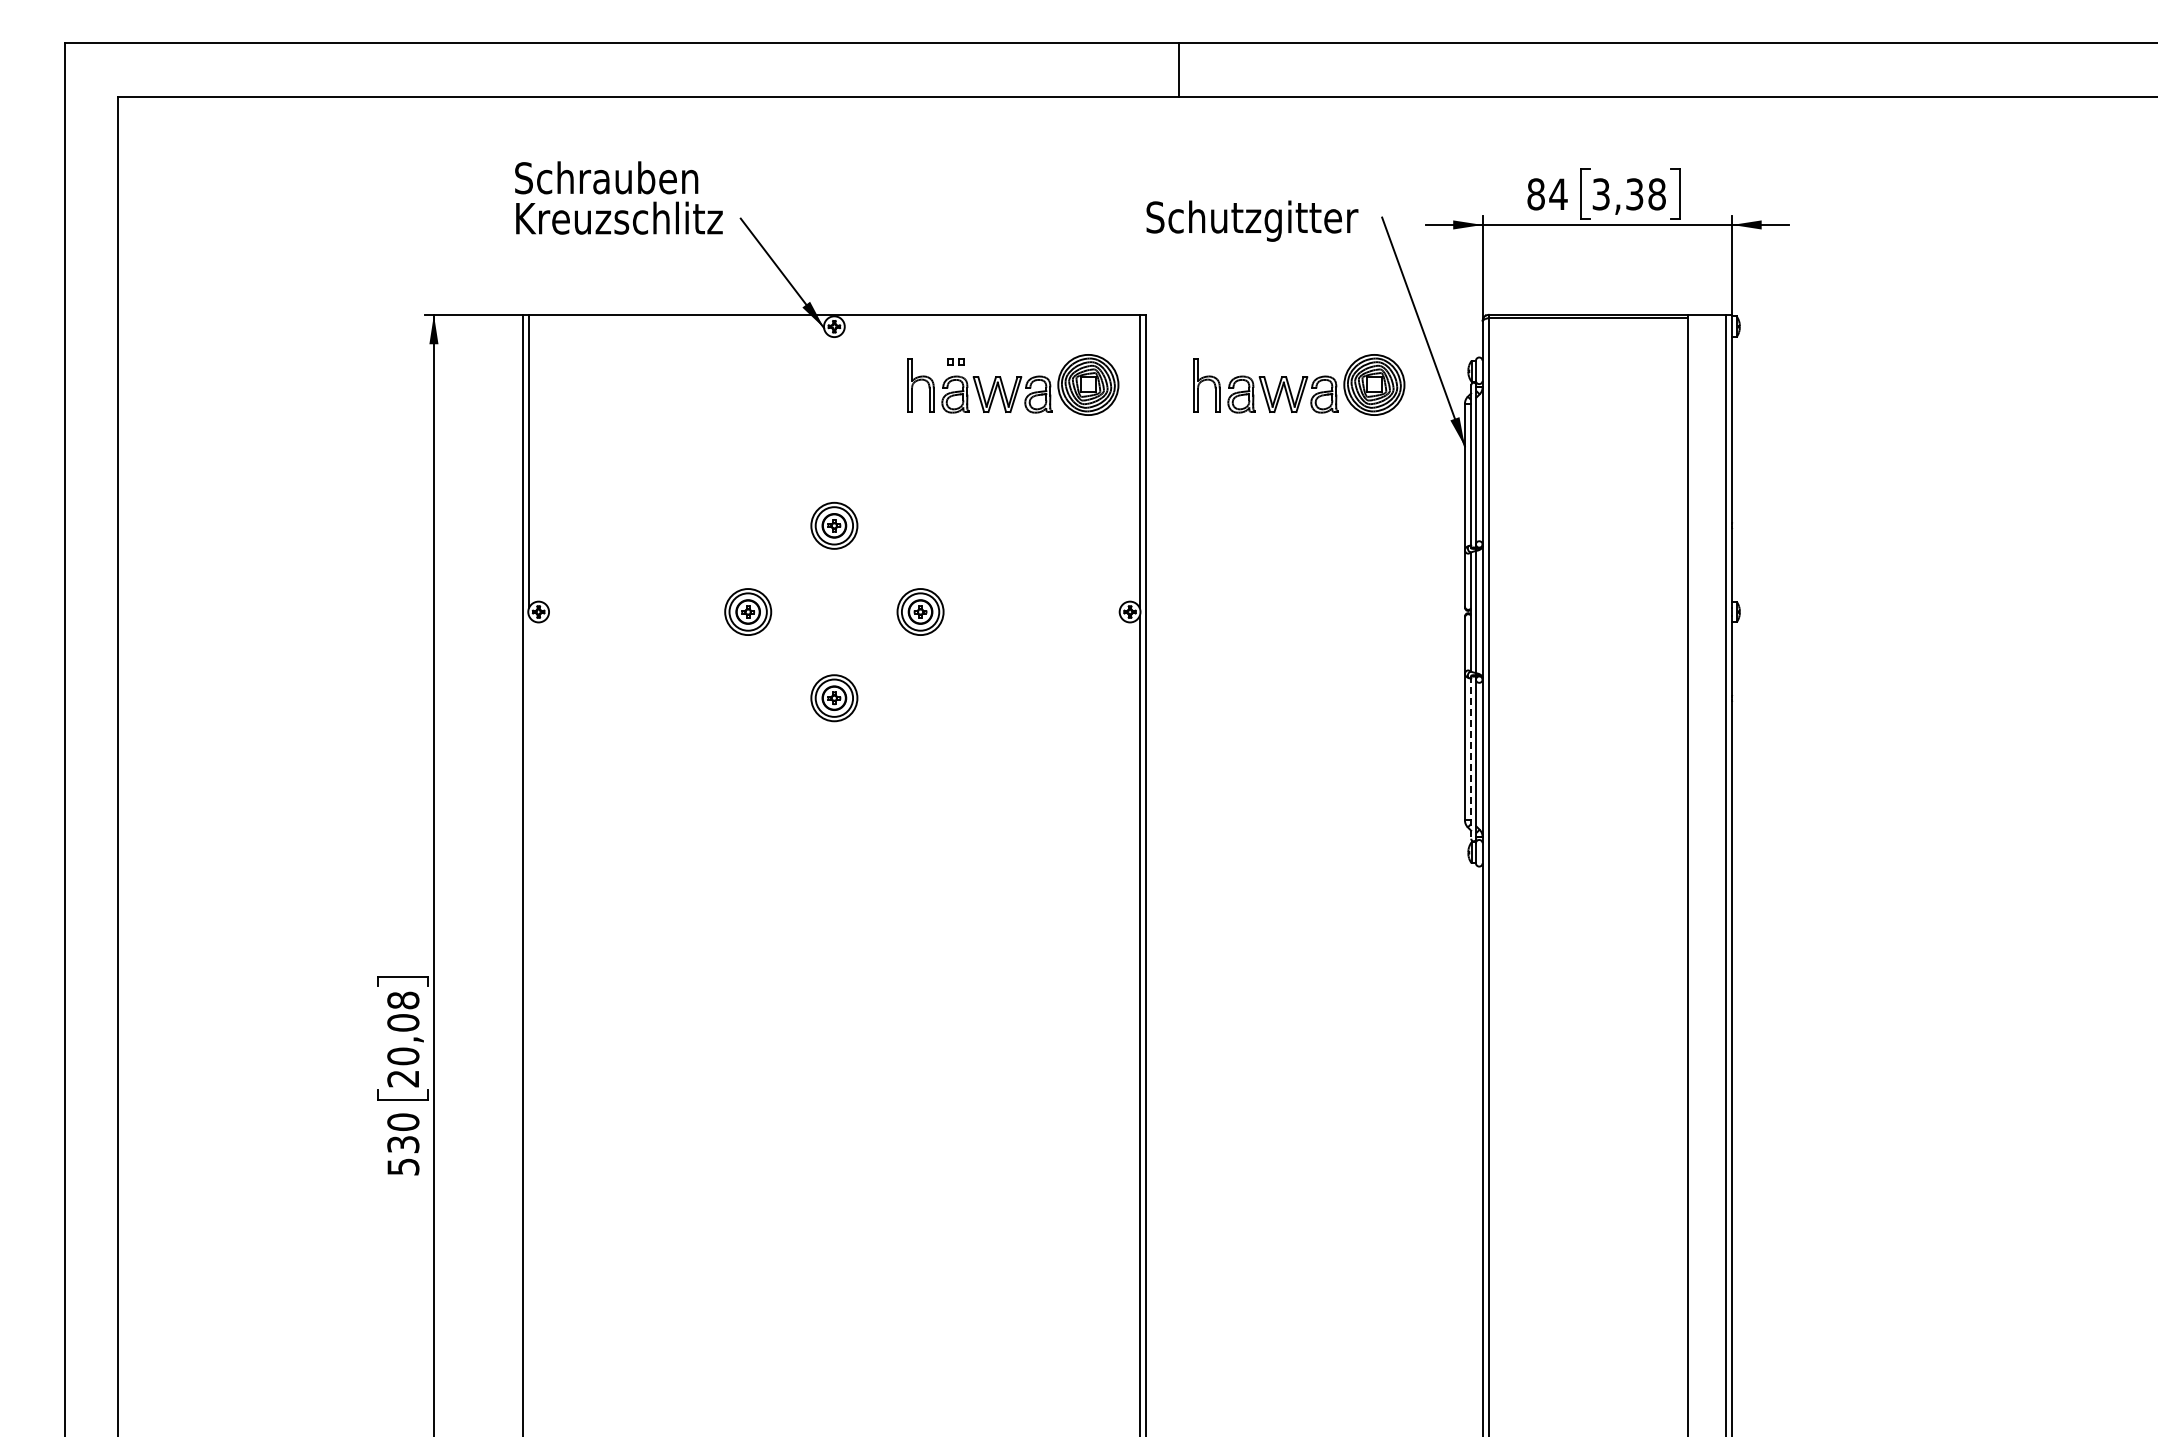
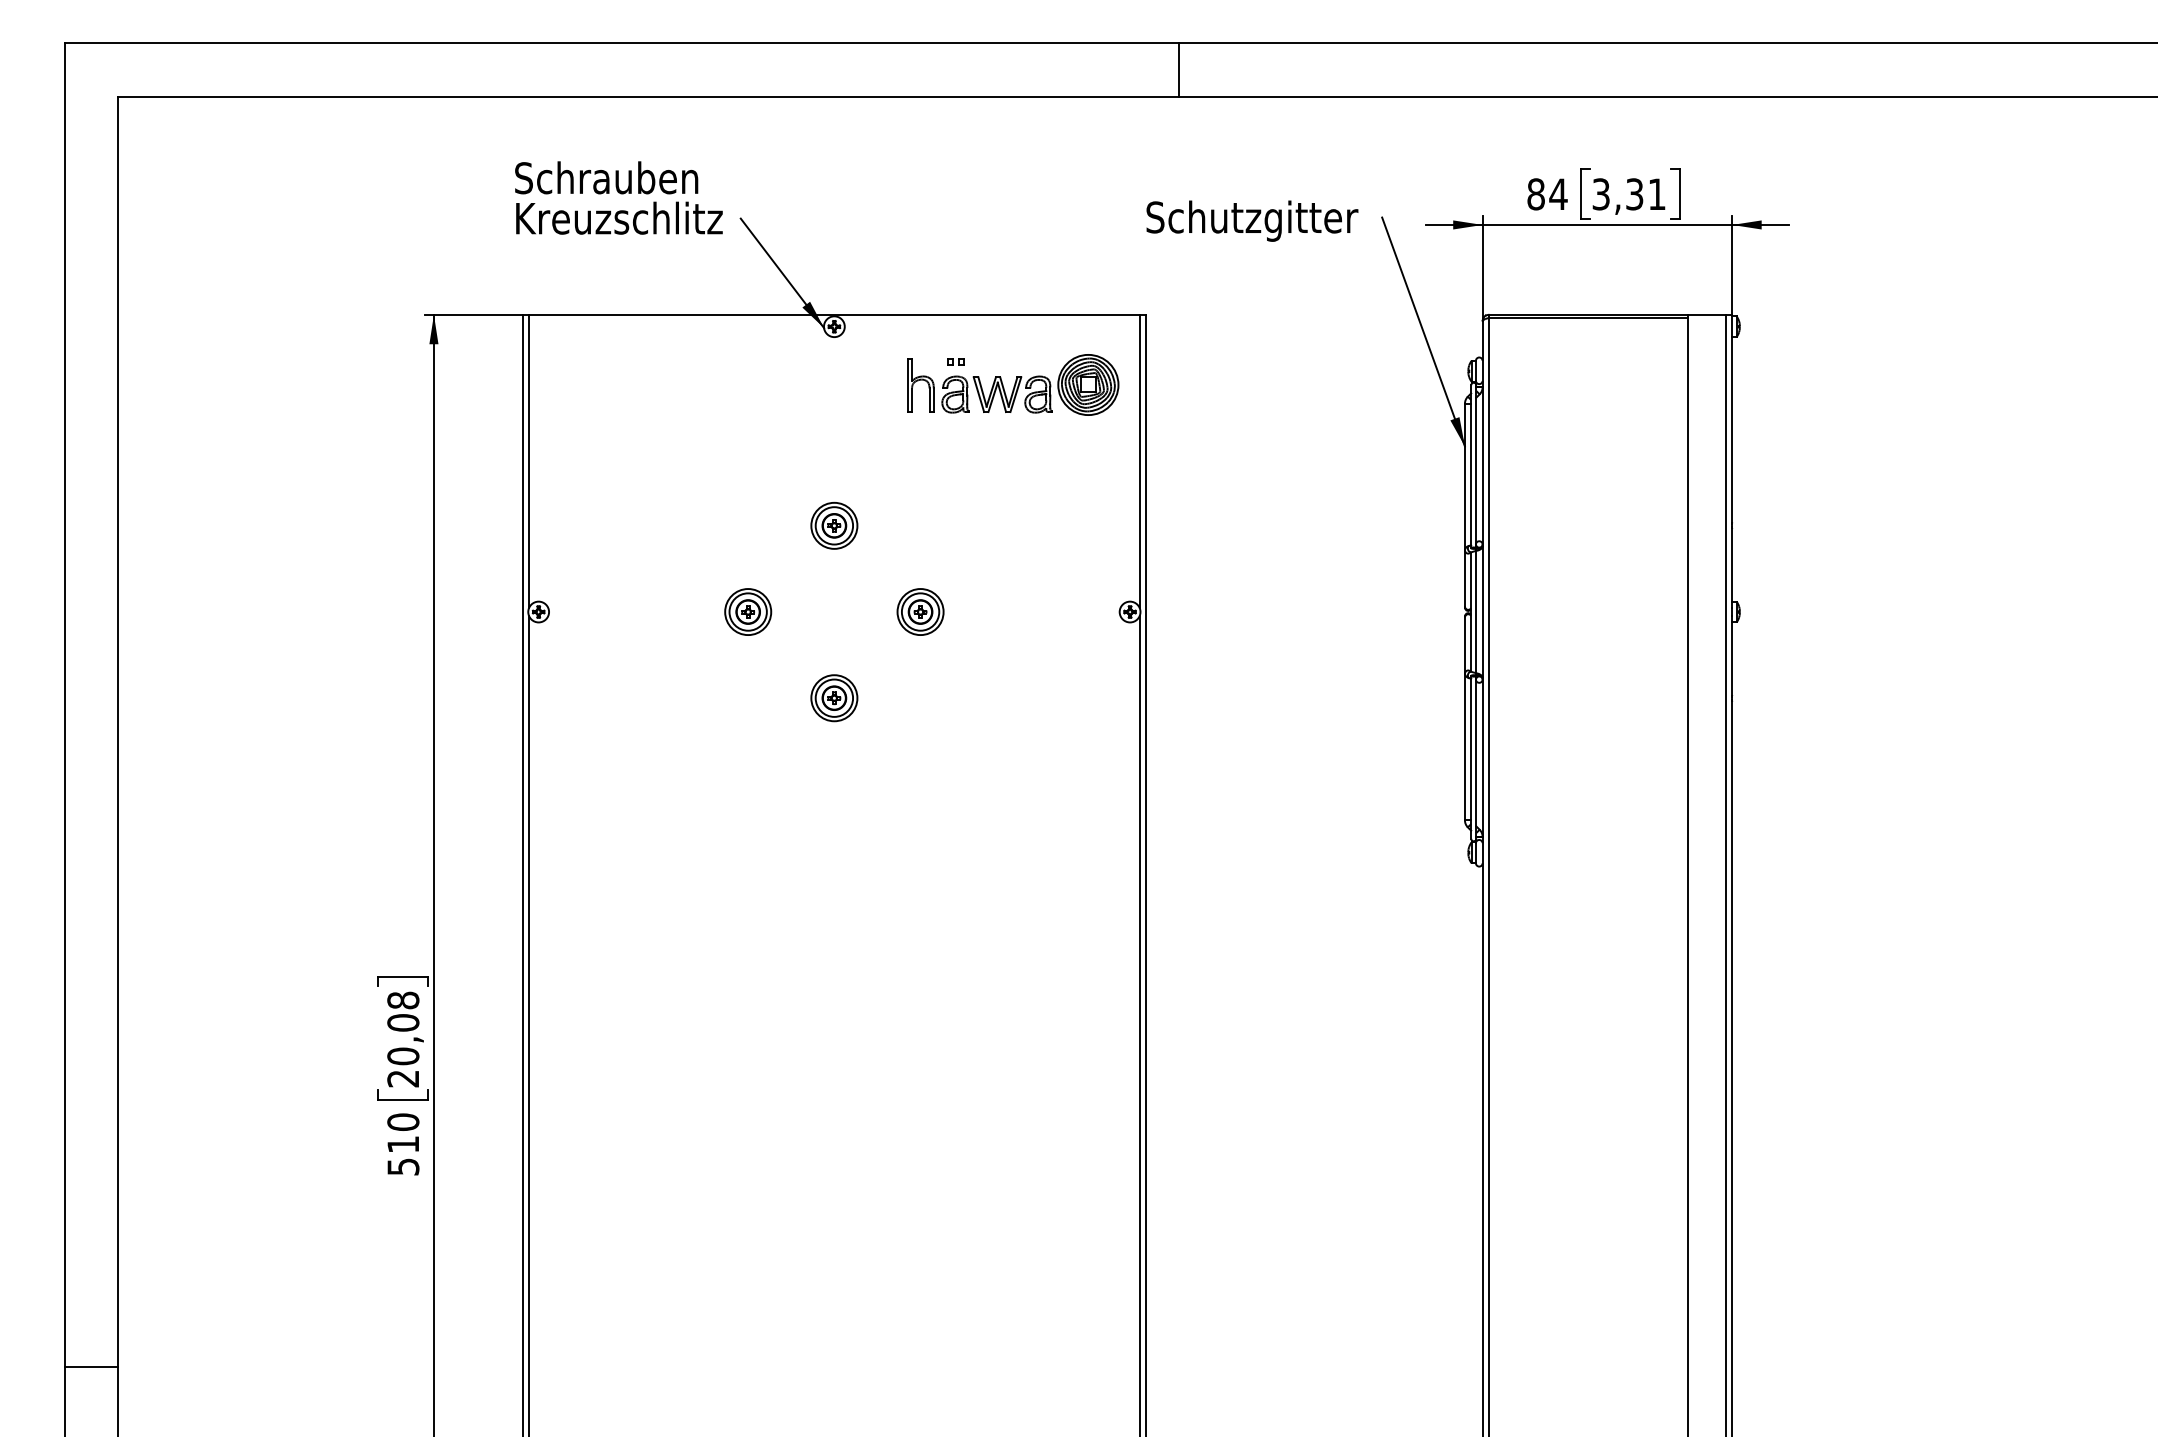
text at (1656, 194): 3,38 -> 3,31
part at (1299, 384): present -> none
line at (1471, 757): dashed -> solid
line at (529, 1024): none -> present
text at (403, 1144): 530 -> 510
line at (91, 1367): none -> present
